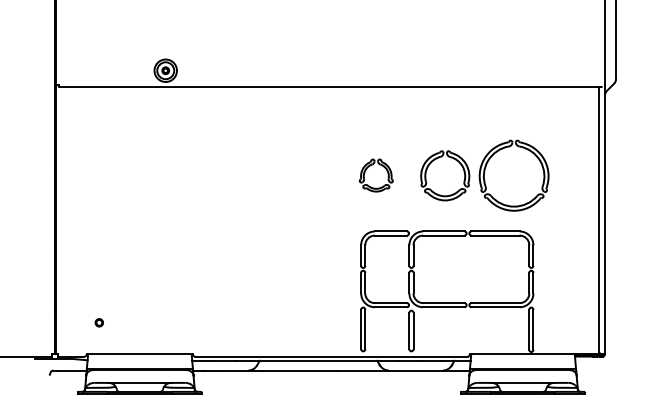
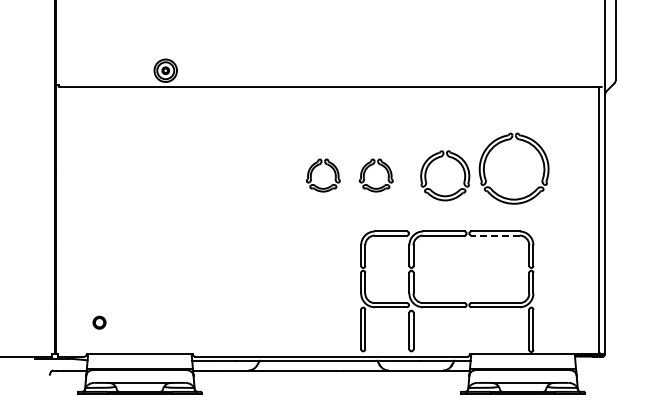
part at (497, 152) position: (497, 152) -> (497, 145)
part at (326, 165): none -> present
line at (495, 235): solid -> dashed
part at (98, 322) size: 10x10 px -> 15x15 px
